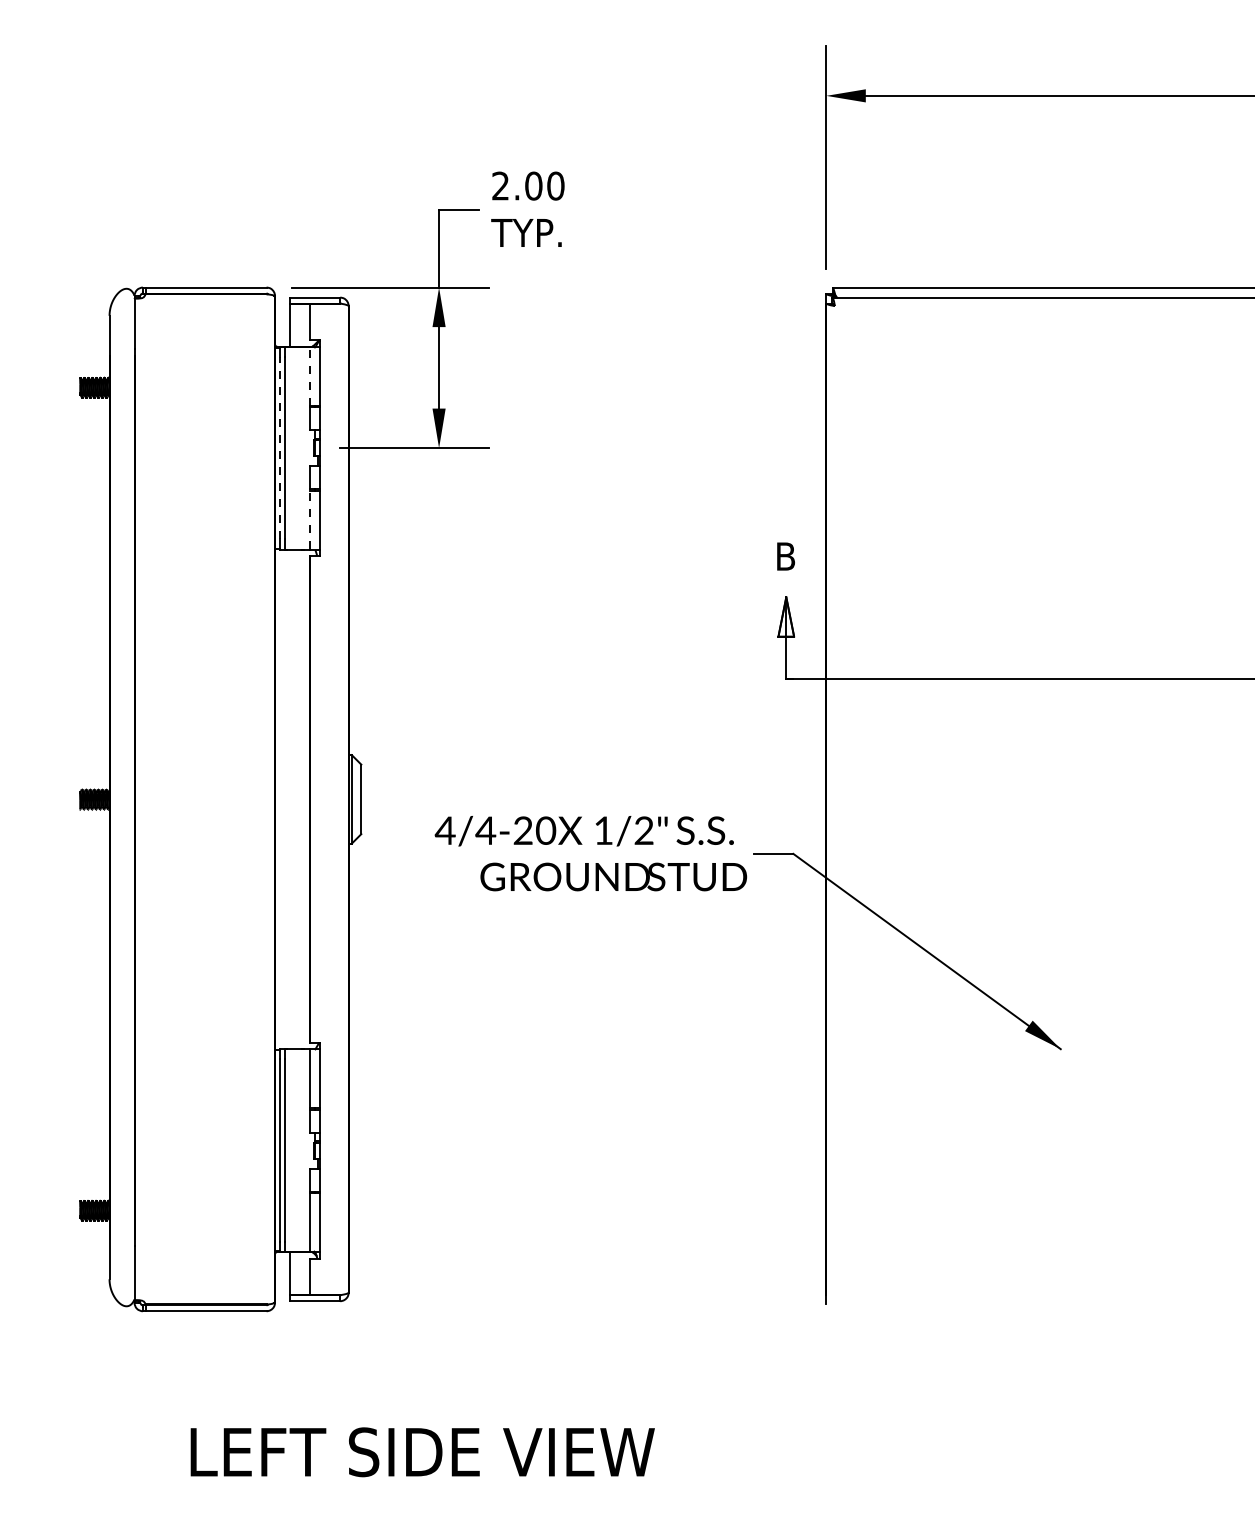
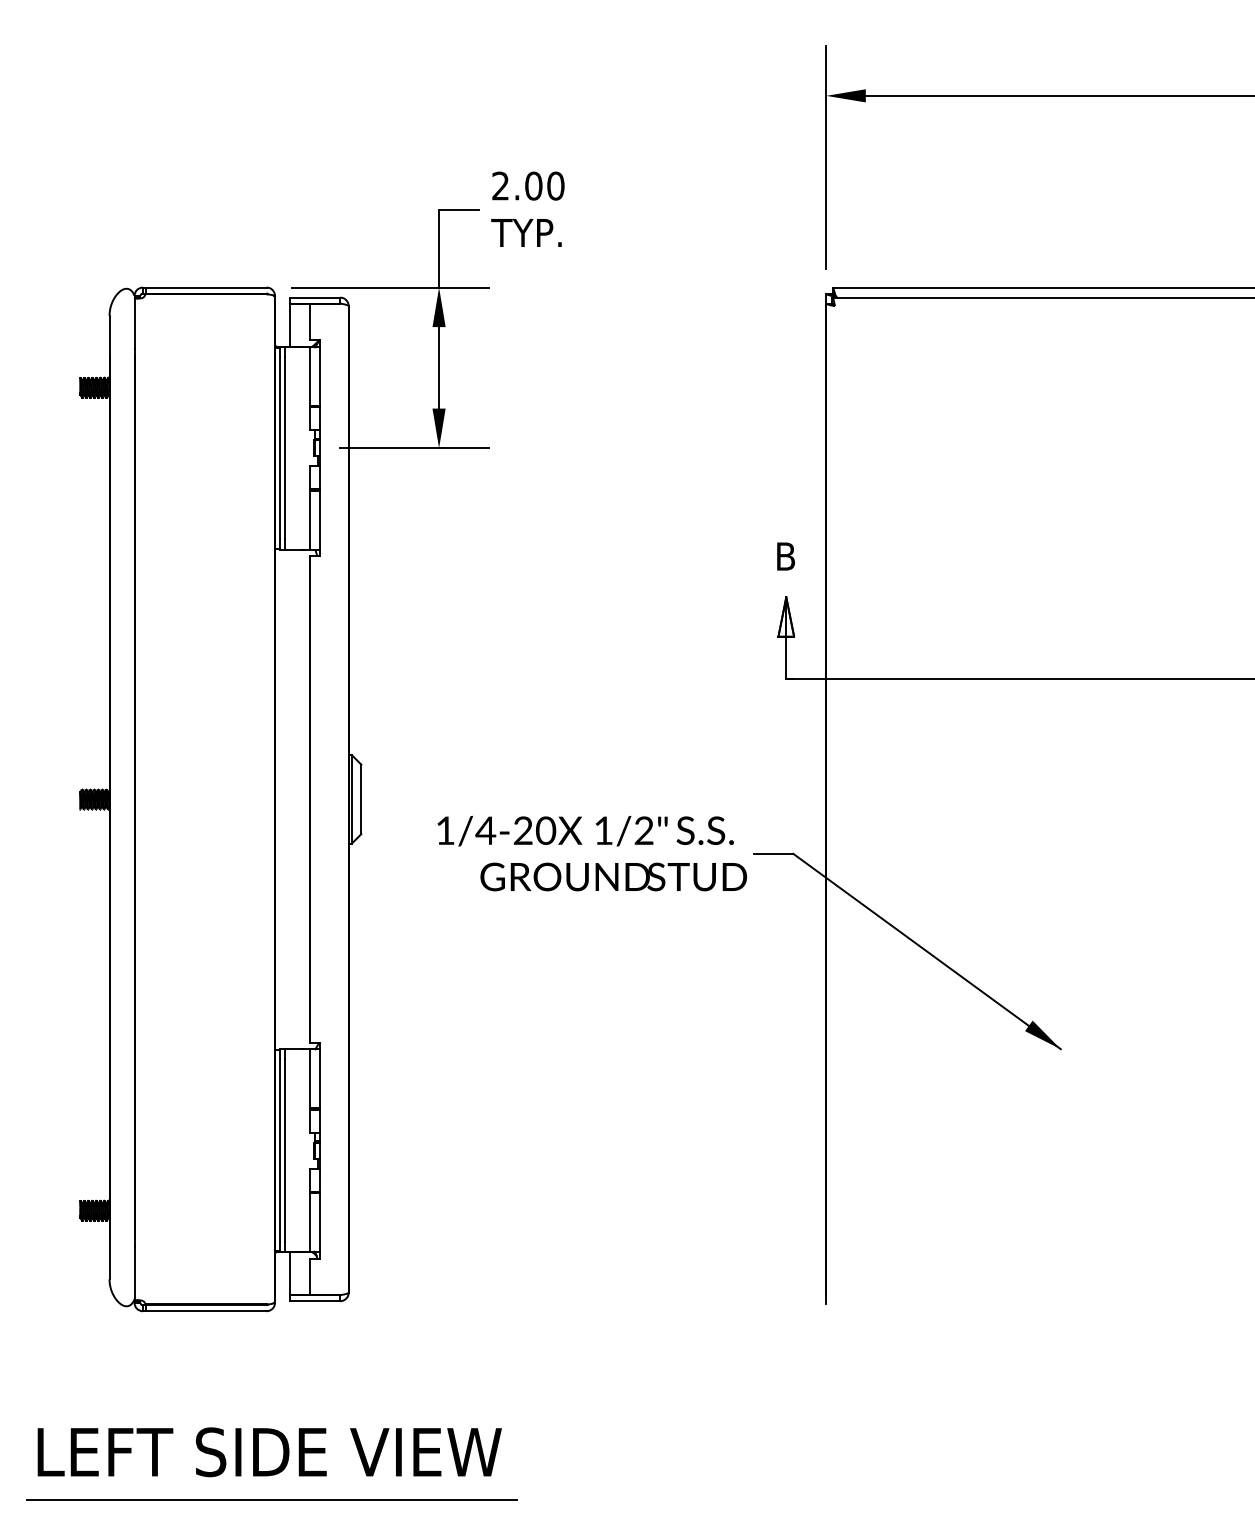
line at (310, 376): dashed -> solid
line at (280, 447): dashed -> solid
line at (310, 519): dashed -> solid
text at (444, 830): 4/4-20 -> 1/4-20
text at (422, 1452) position: (422, 1452) -> (269, 1452)
line at (271, 1500): none -> present
